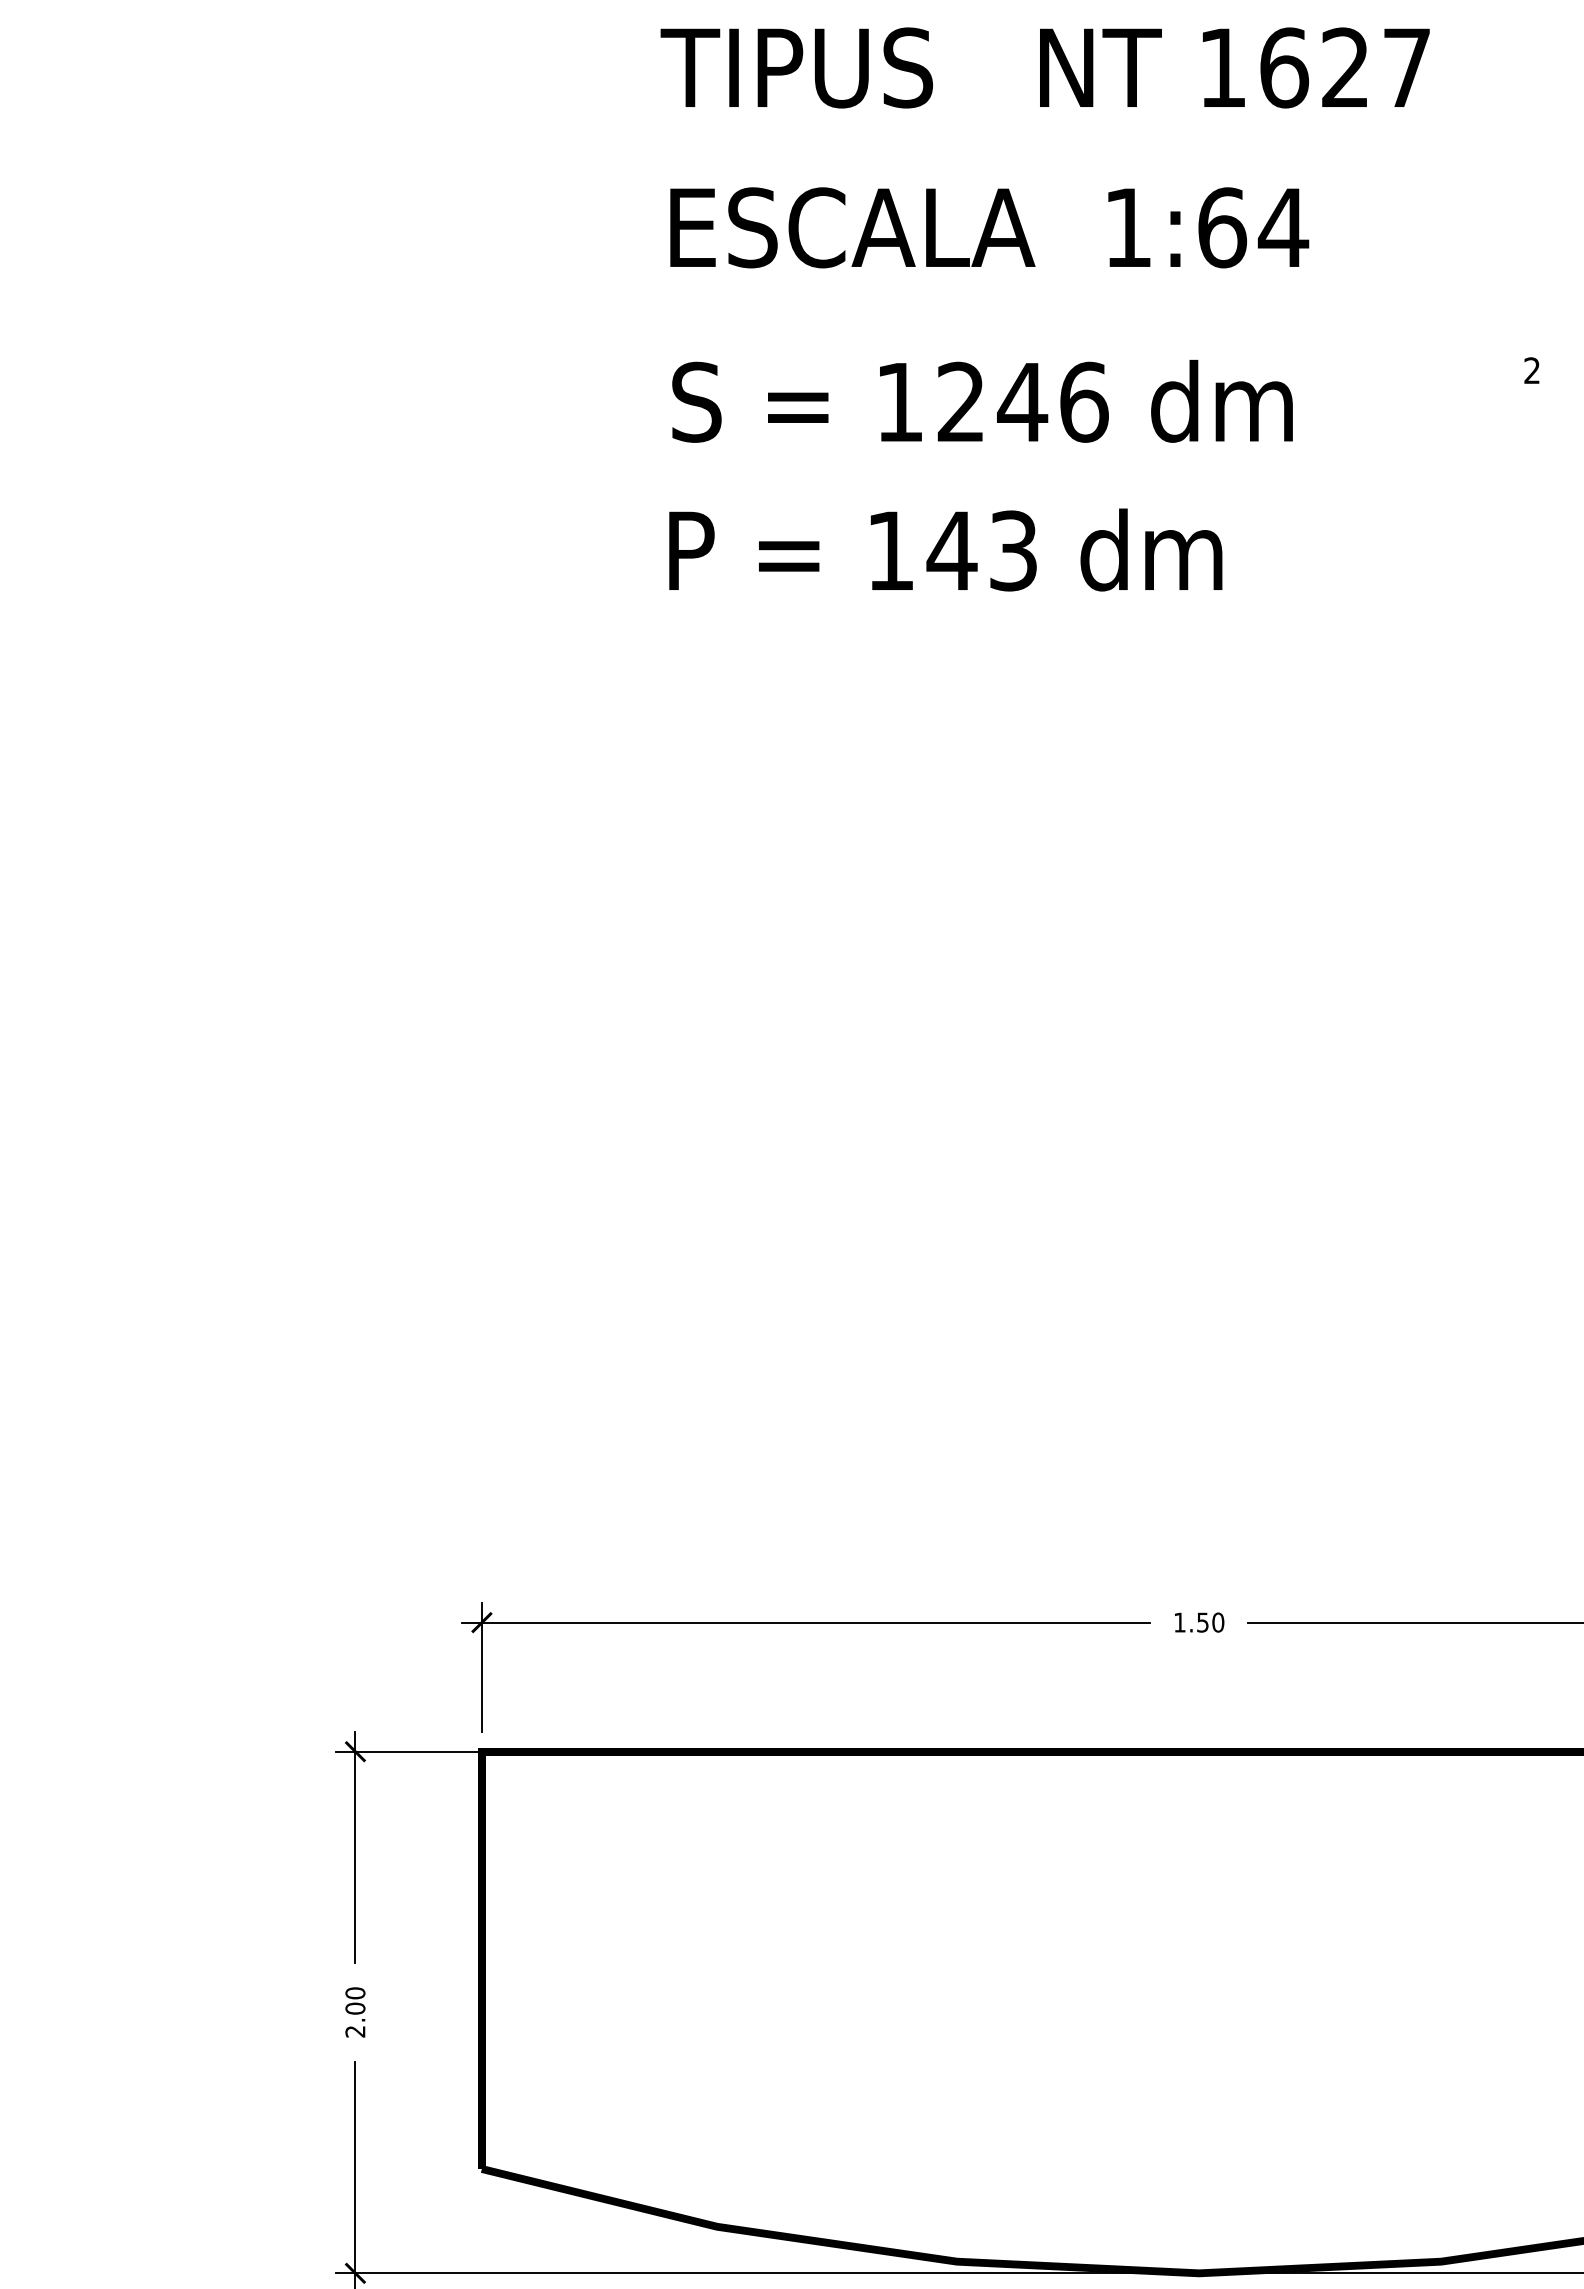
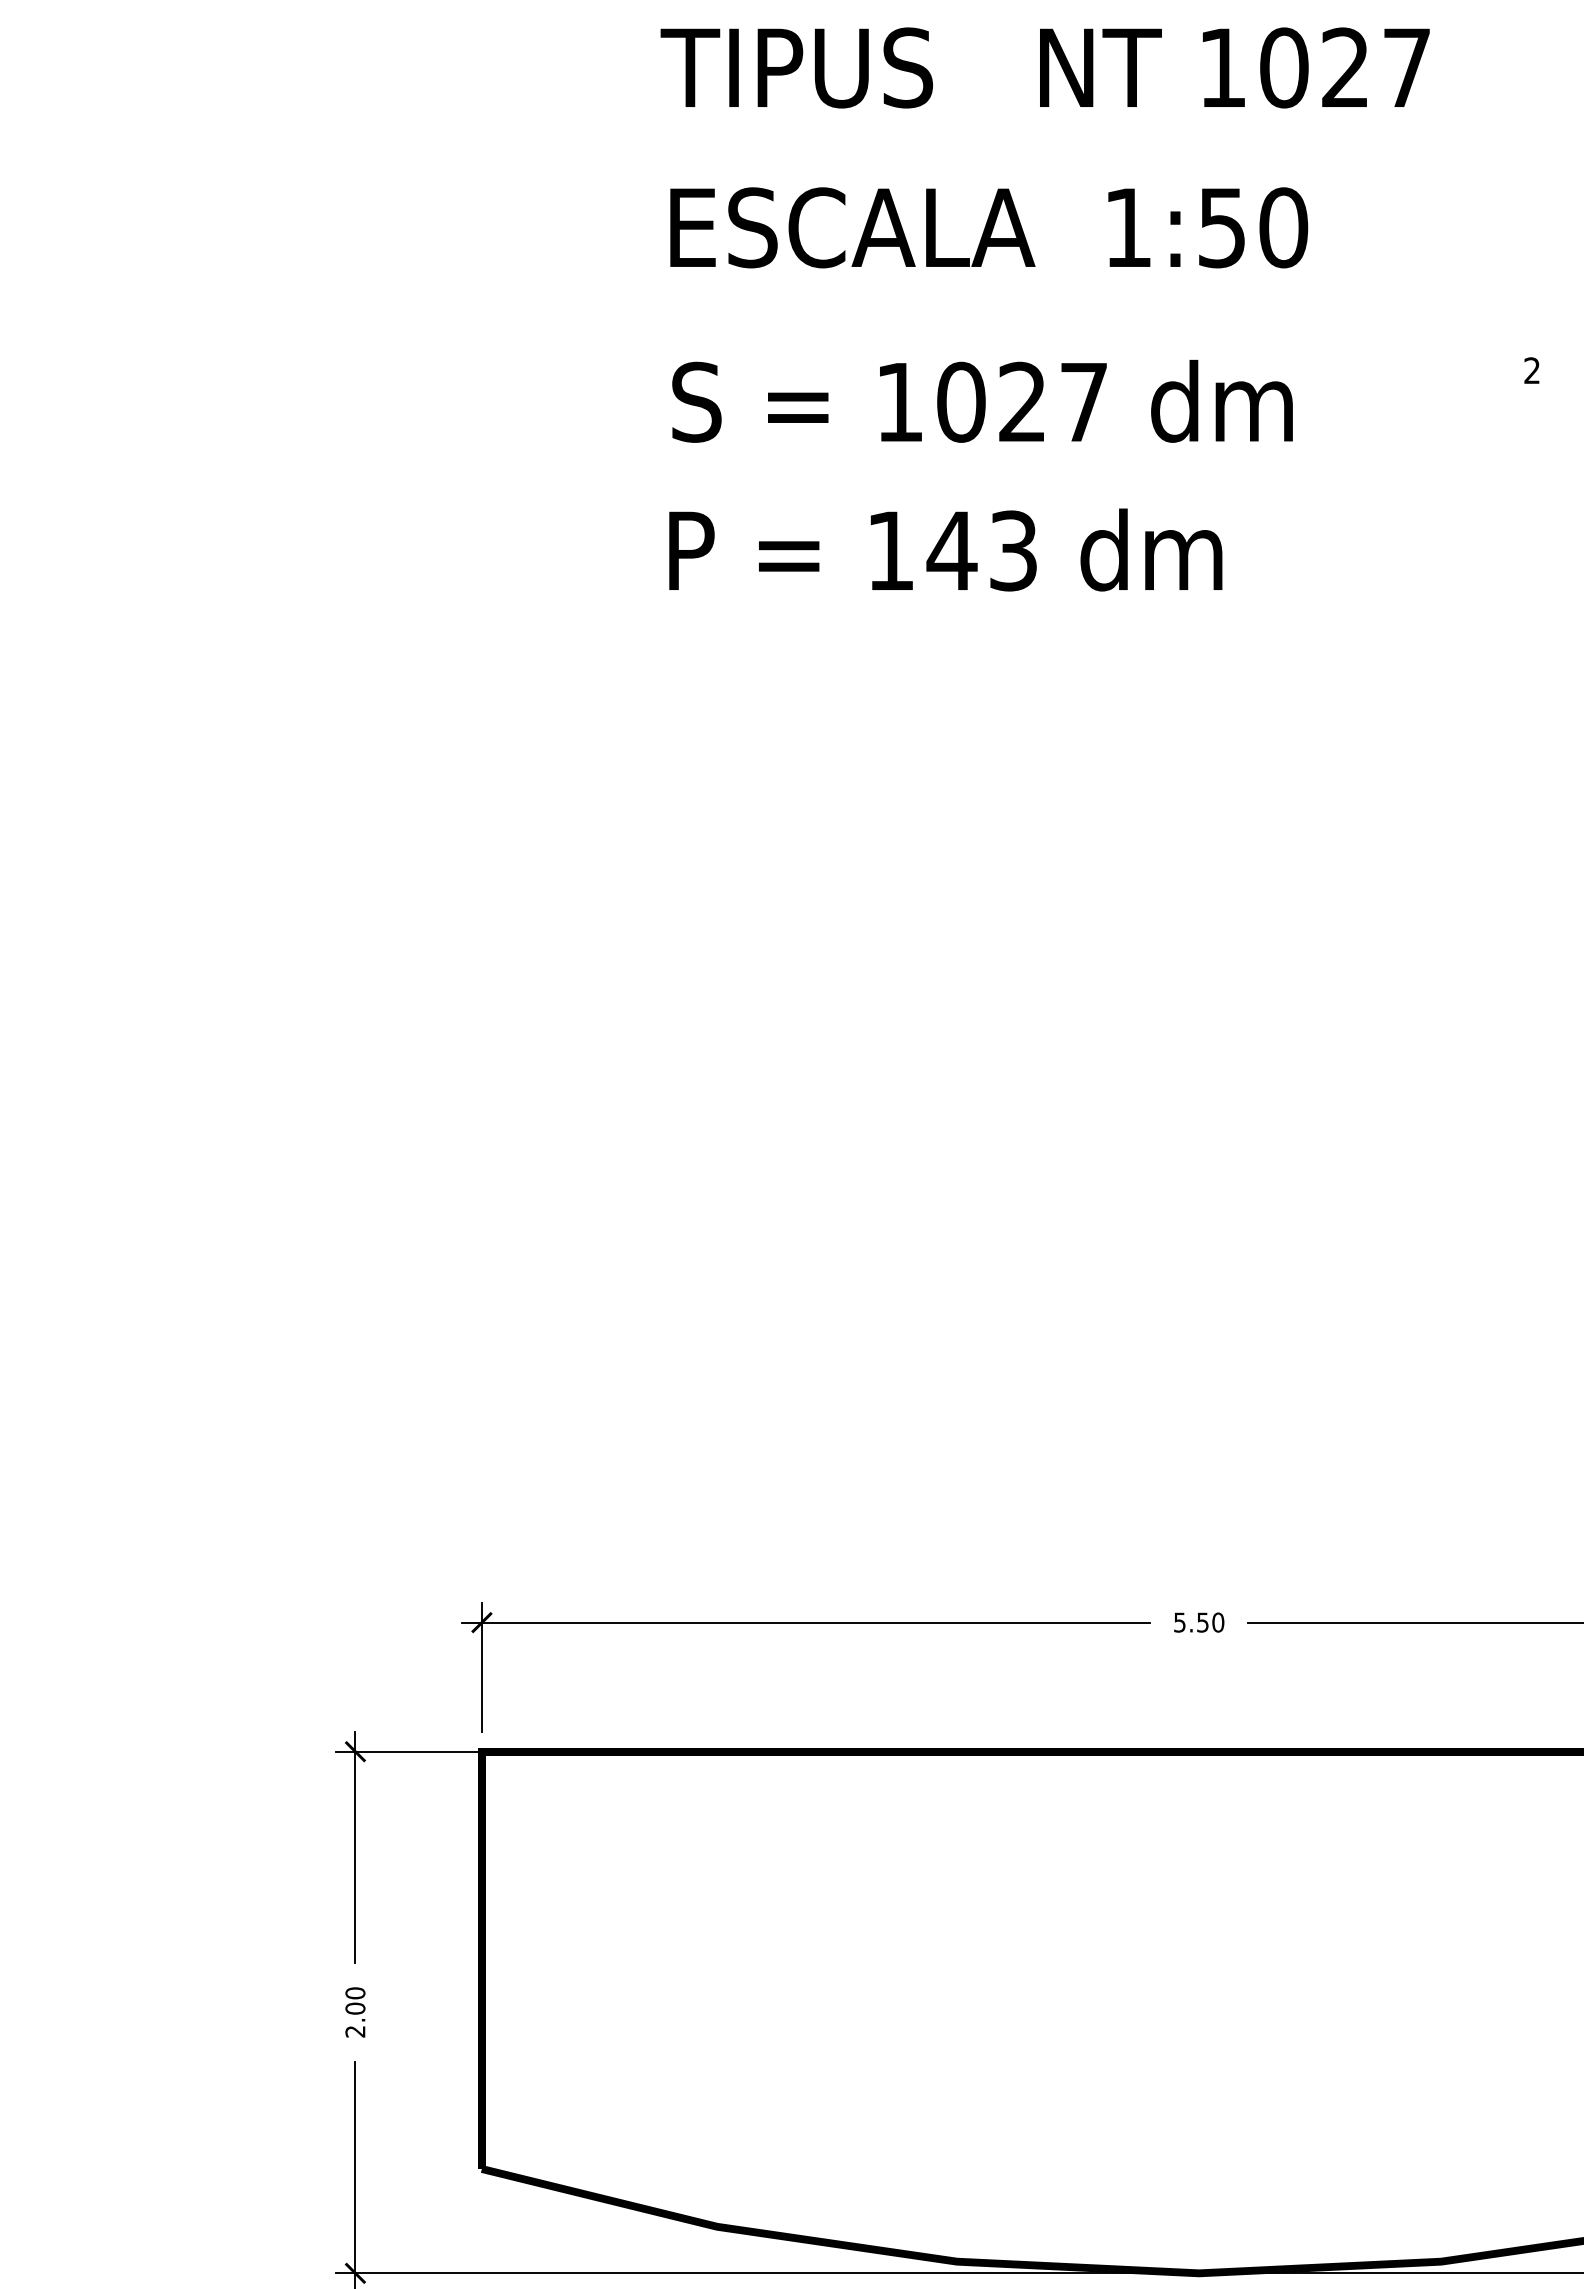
text at (1284, 67): 1627 -> 1027
text at (1253, 227): 1:64 -> 1:50
text at (1022, 401): 1246 -> 1027
text at (1179, 1622): 1.50 -> 5.50
